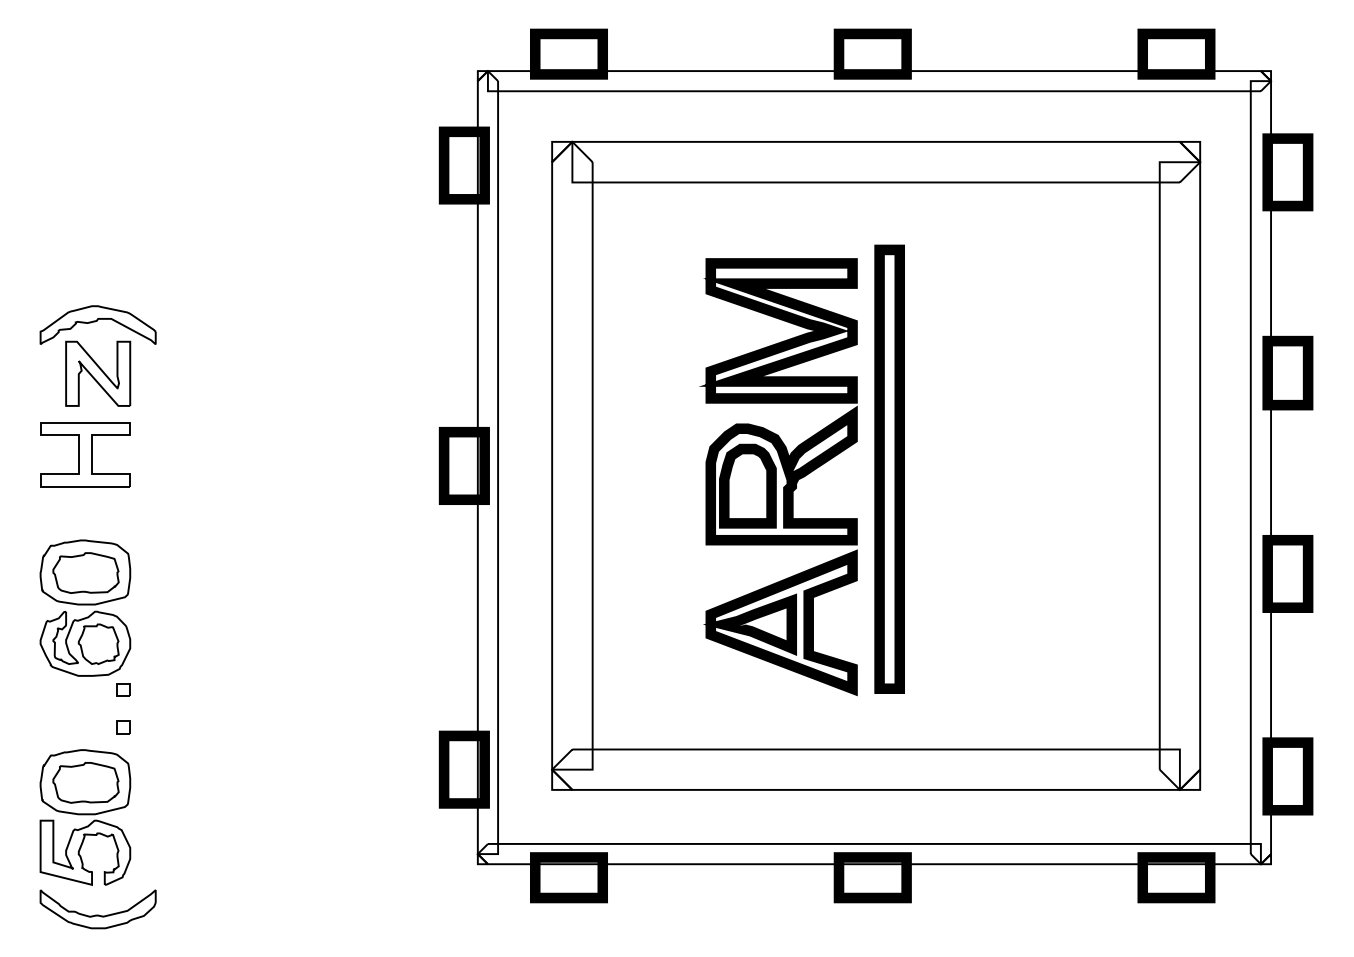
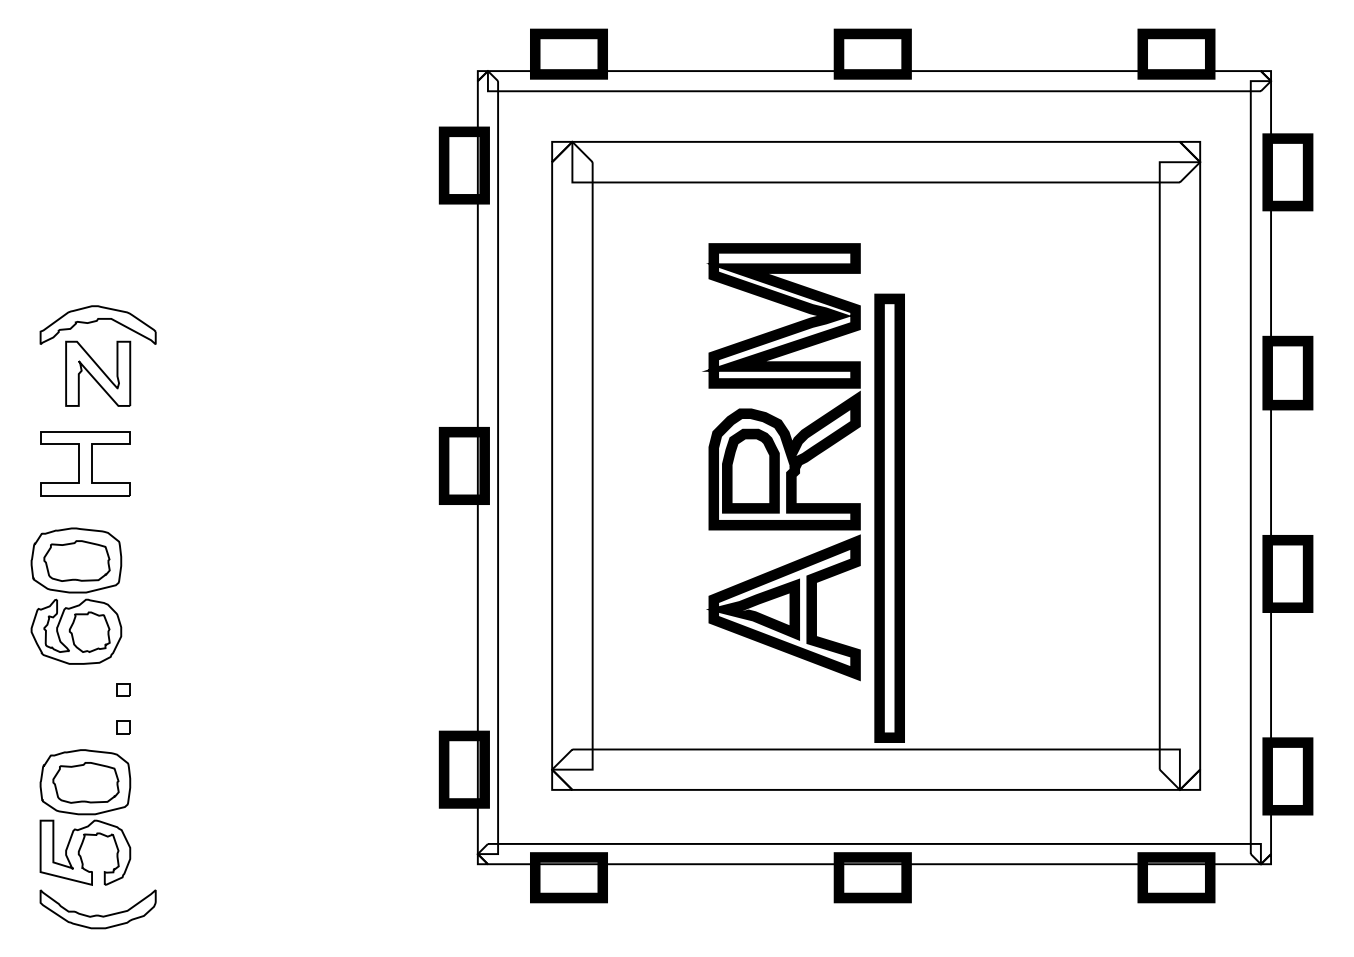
part at (85, 454) position: (85, 454) -> (85, 463)
part at (889, 468) position: (889, 468) -> (889, 517)
part at (778, 477) position: (778, 477) -> (781, 462)
part at (85, 607) position: (85, 607) -> (76, 595)
